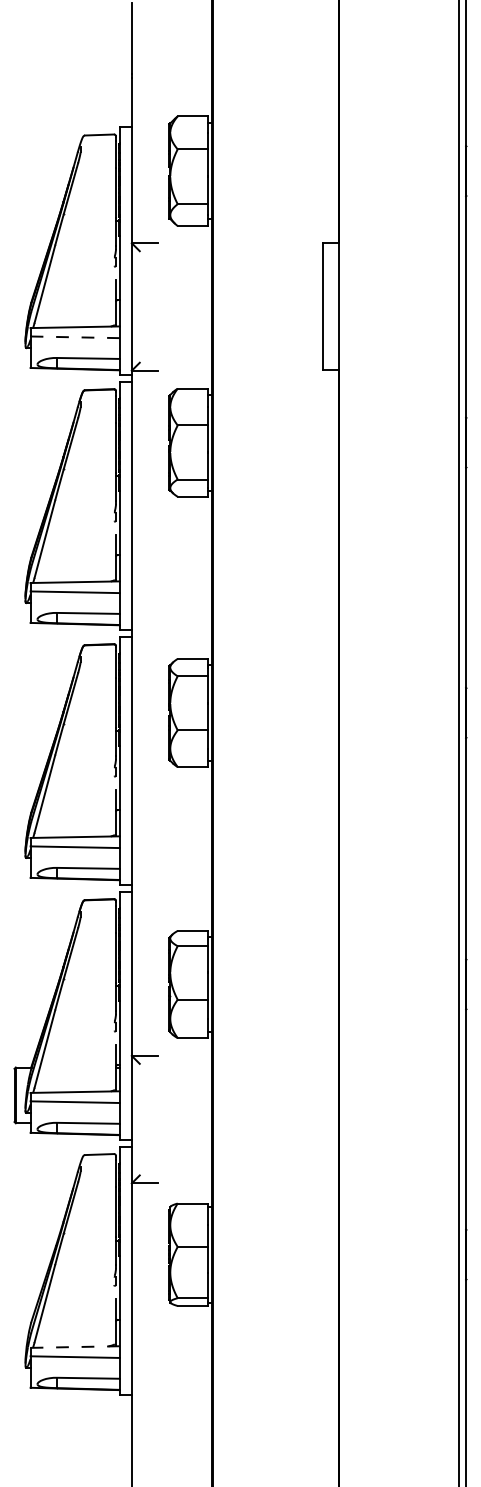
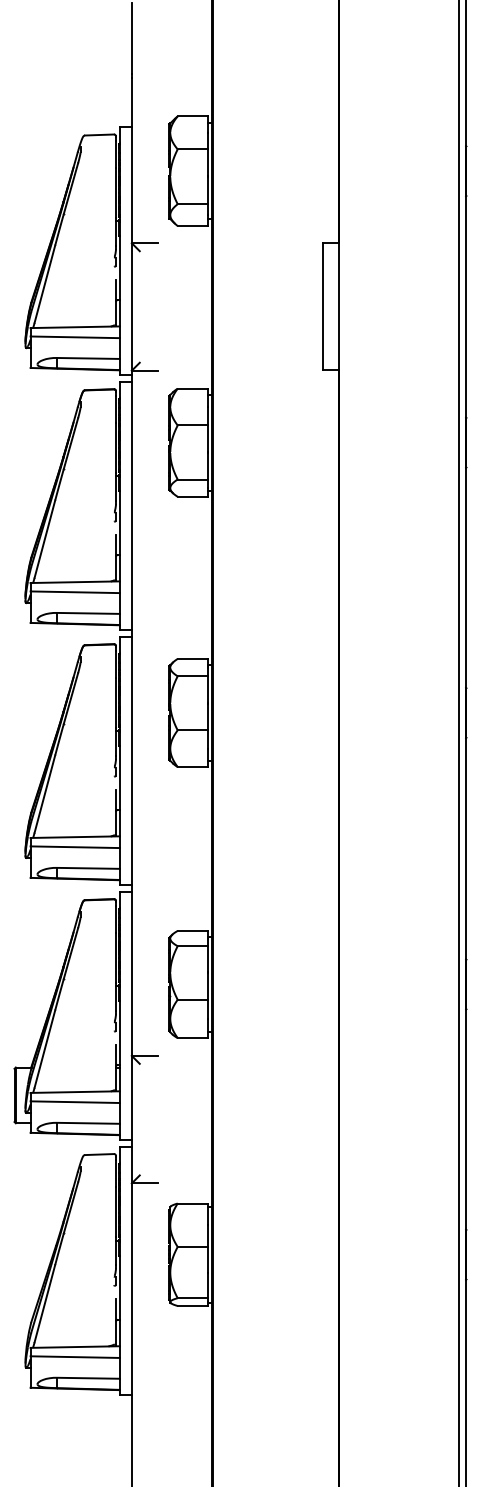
line at (75, 337): dashed -> solid
line at (75, 1347): dashed -> solid
